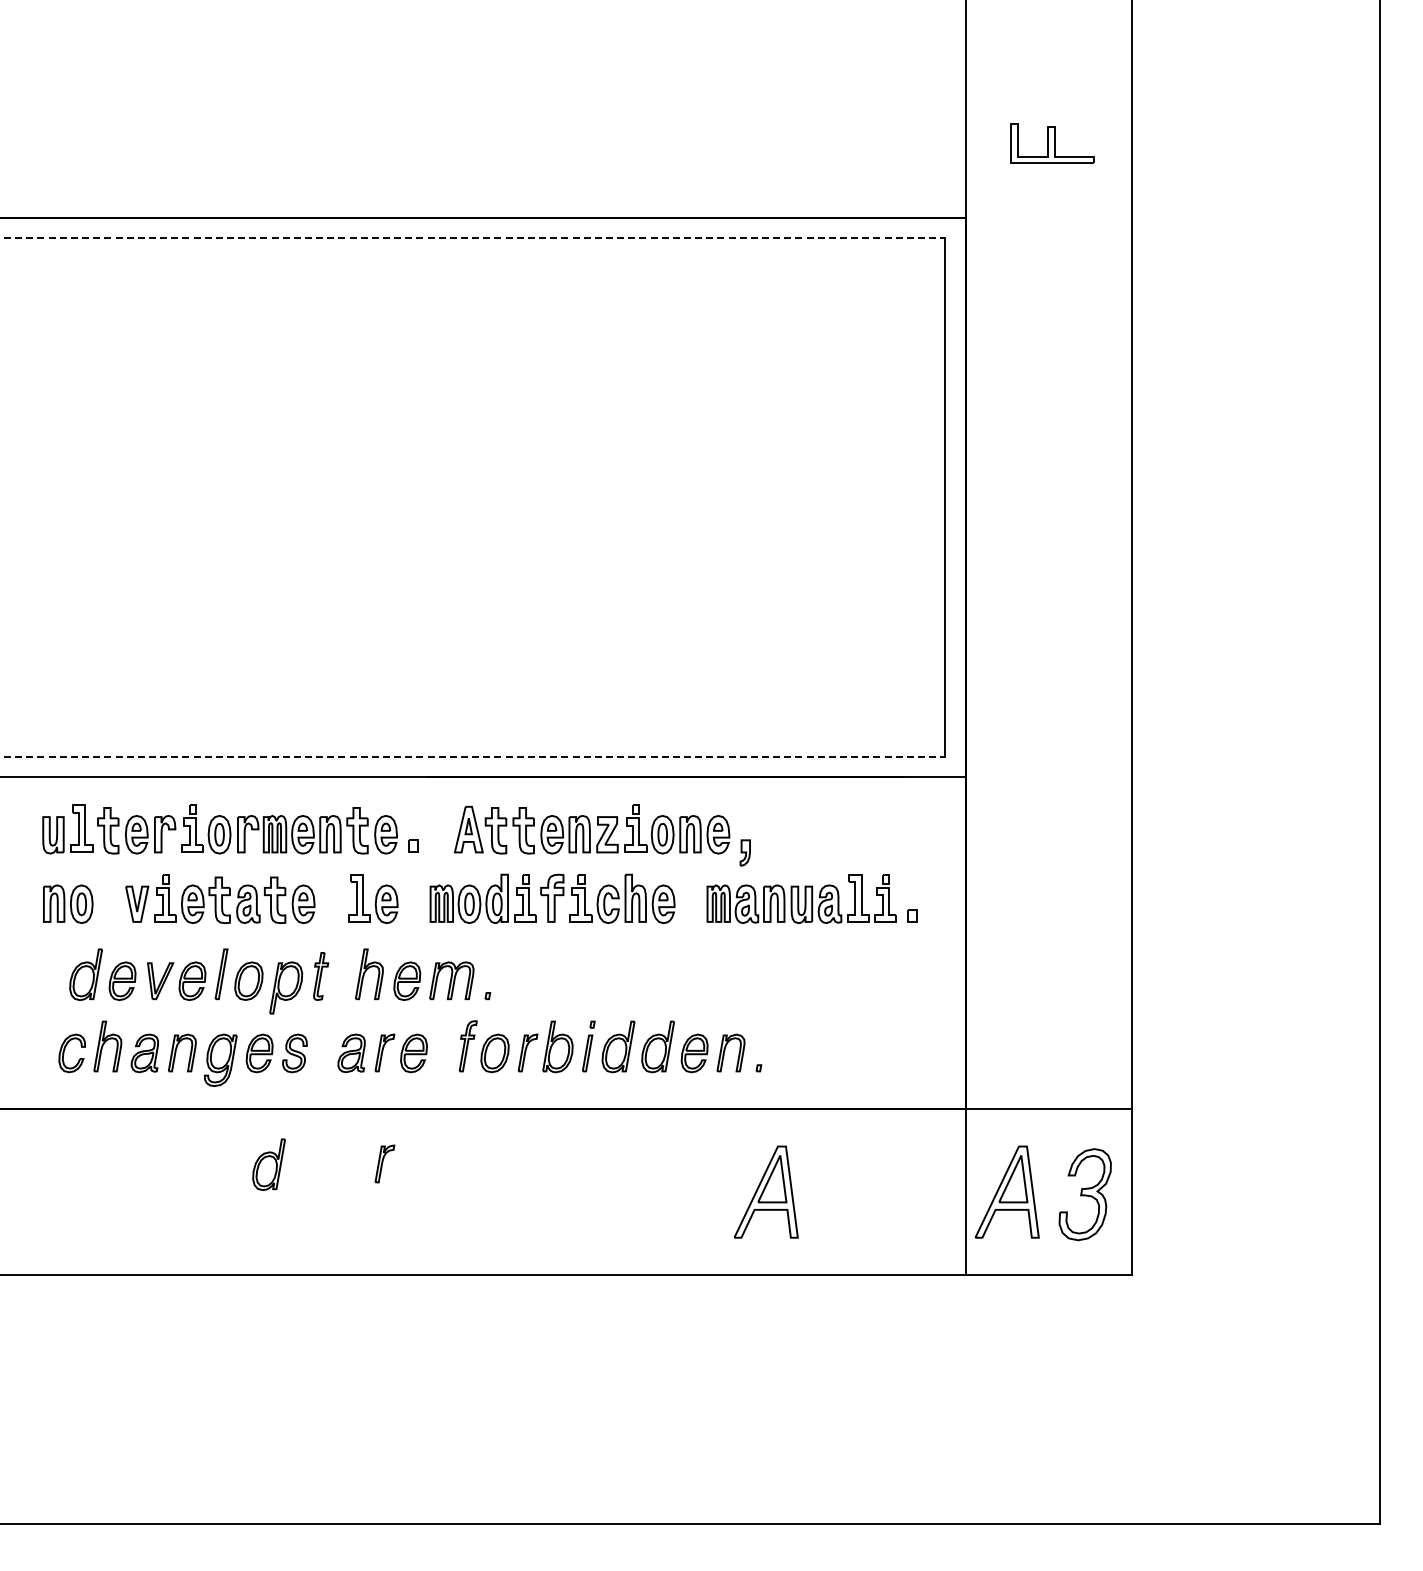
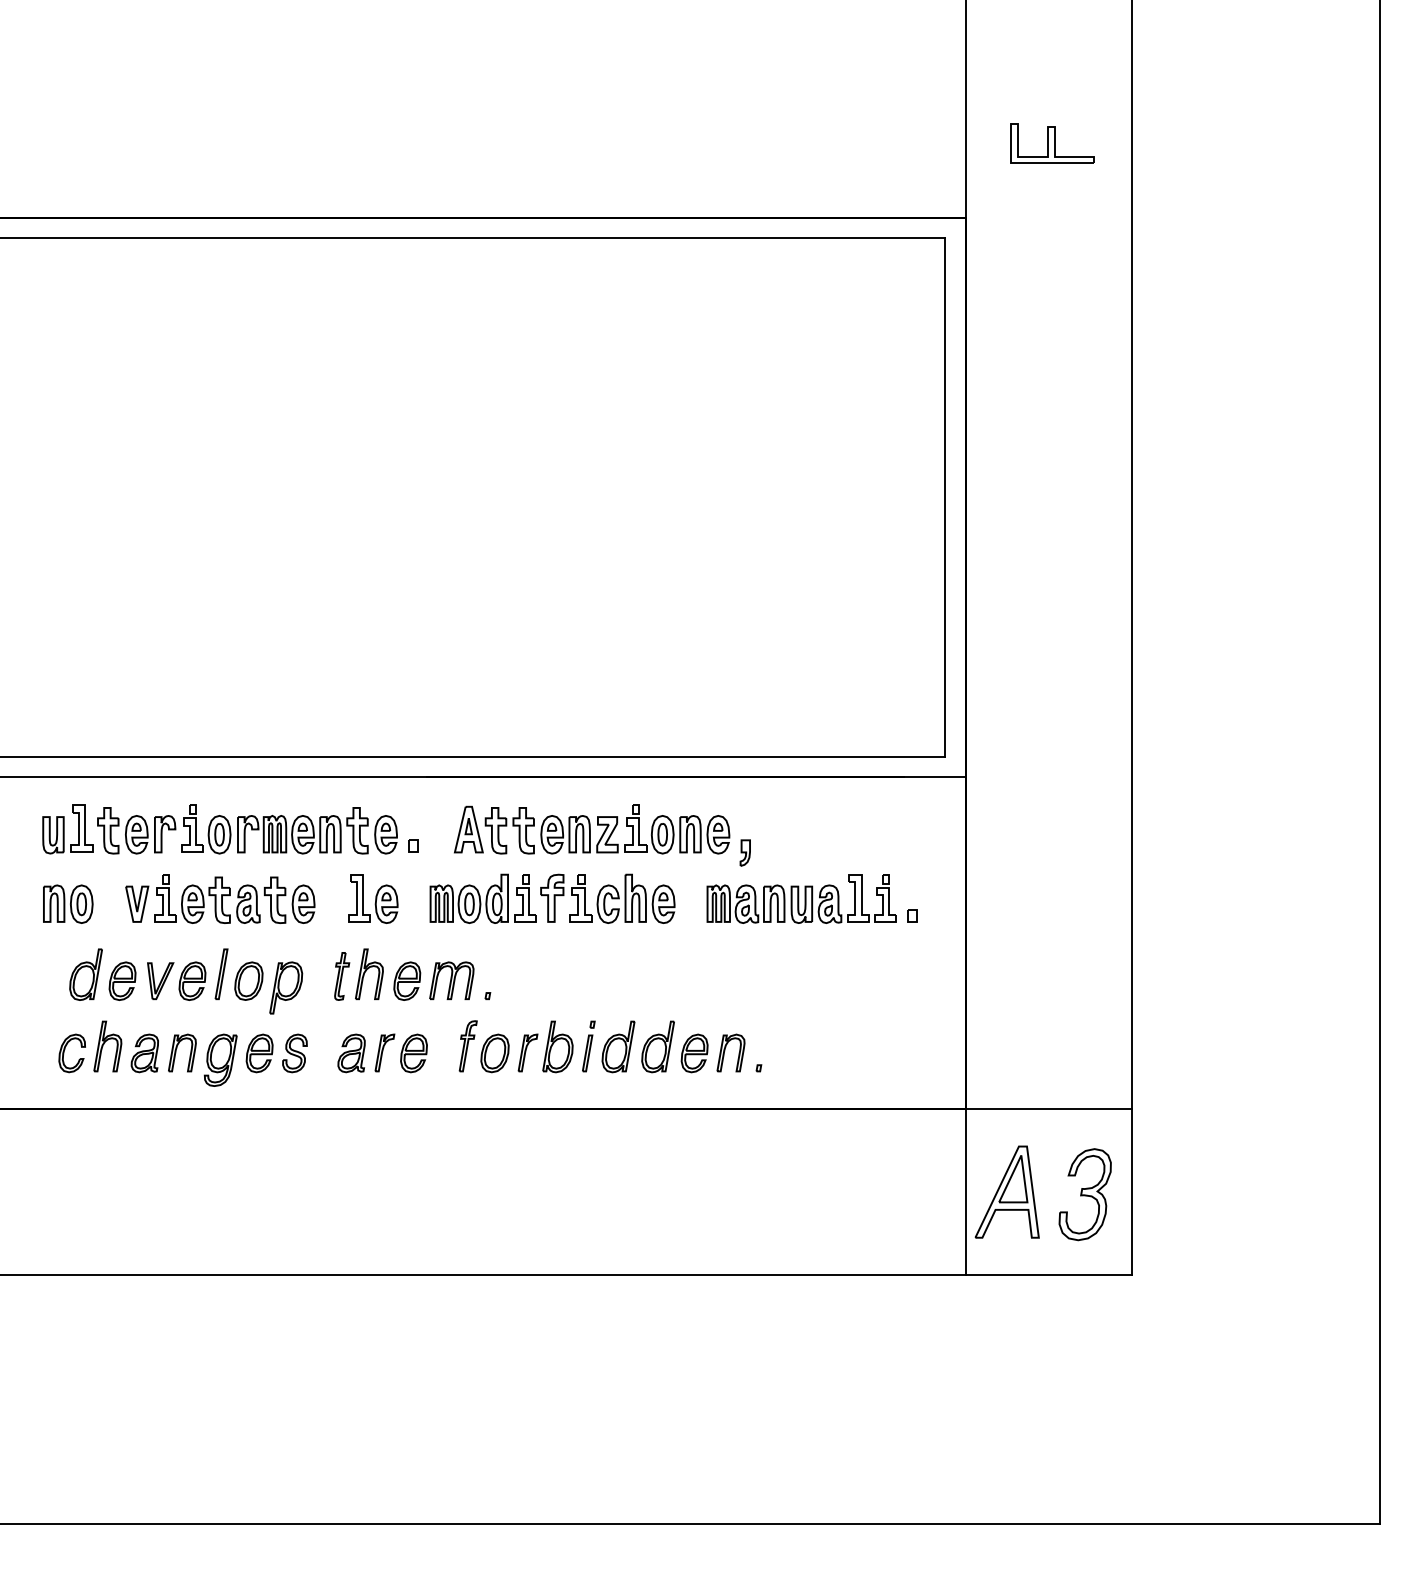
line at (473, 238): dashed -> solid
line at (473, 756): dashed -> solid
part at (321, 976) position: (321, 976) -> (342, 976)
part at (384, 1163): present -> none
part at (268, 1164): present -> none
part at (765, 1191): present -> none
